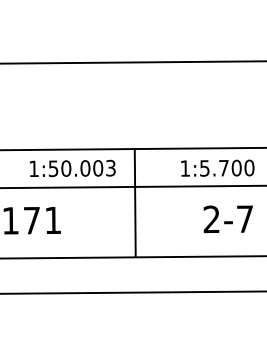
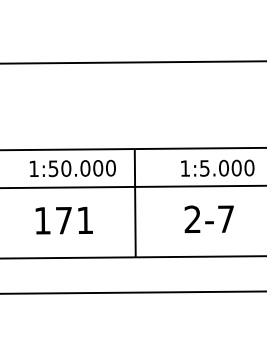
text at (110, 167): 1:50.003 -> 1:50.000
text at (223, 167): 1:5.700 -> 1:5.000
text at (227, 218) position: (227, 218) -> (208, 218)
text at (31, 220) position: (31, 220) -> (63, 220)
